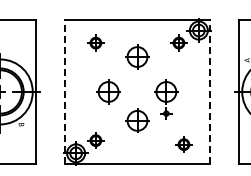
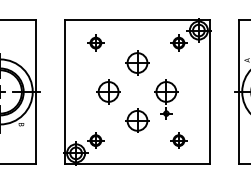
part at (137, 56) position: (137, 56) -> (137, 62)
line at (65, 91): dashed -> solid
line at (209, 91): dashed -> solid
part at (183, 144) position: (183, 144) -> (178, 140)
